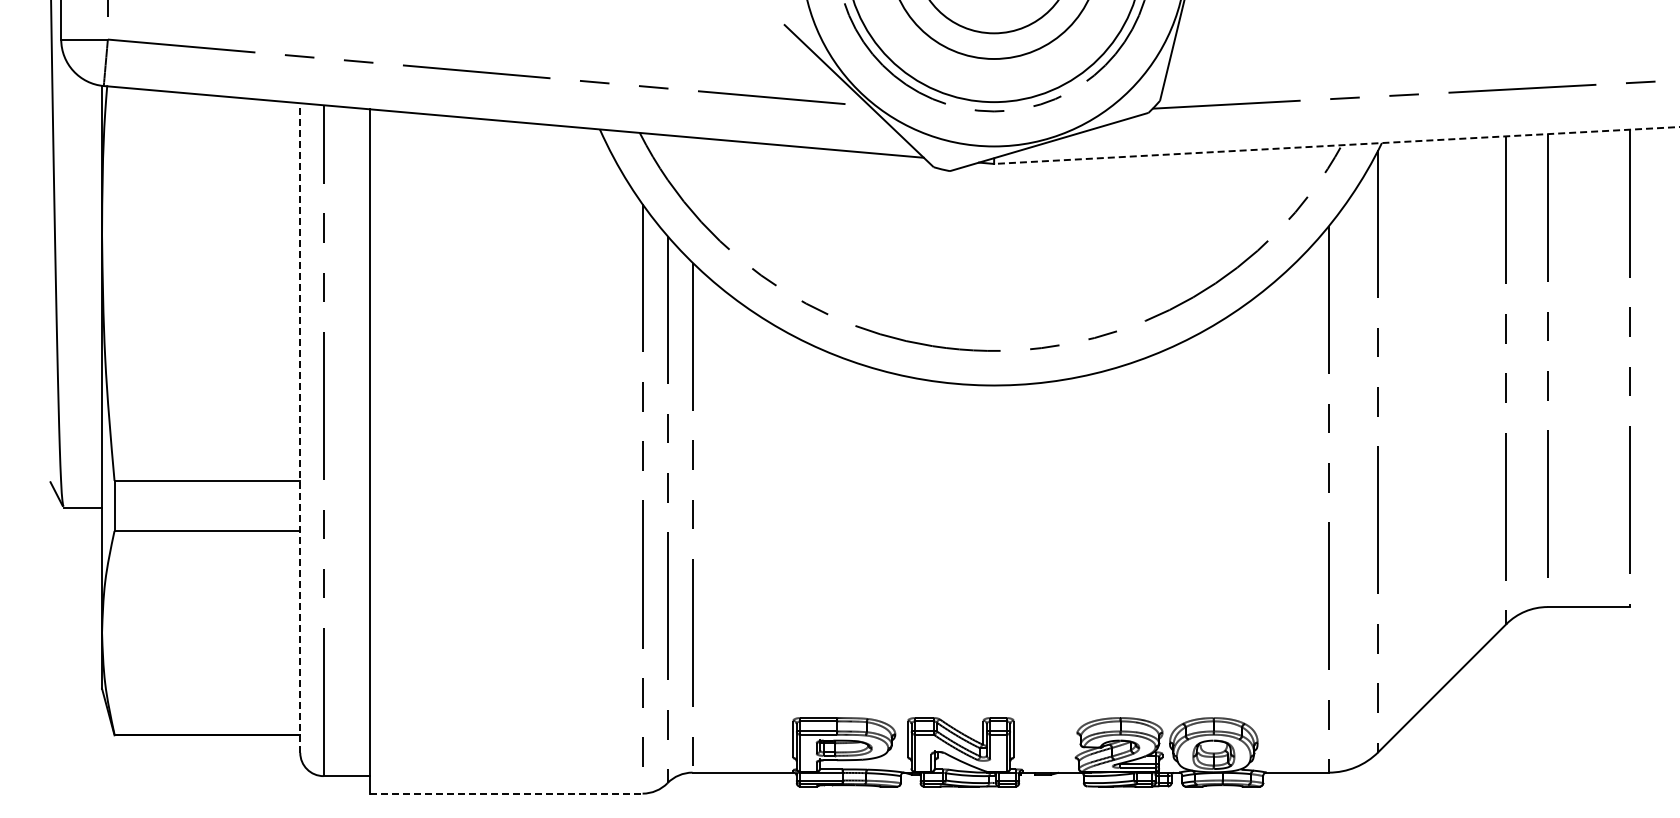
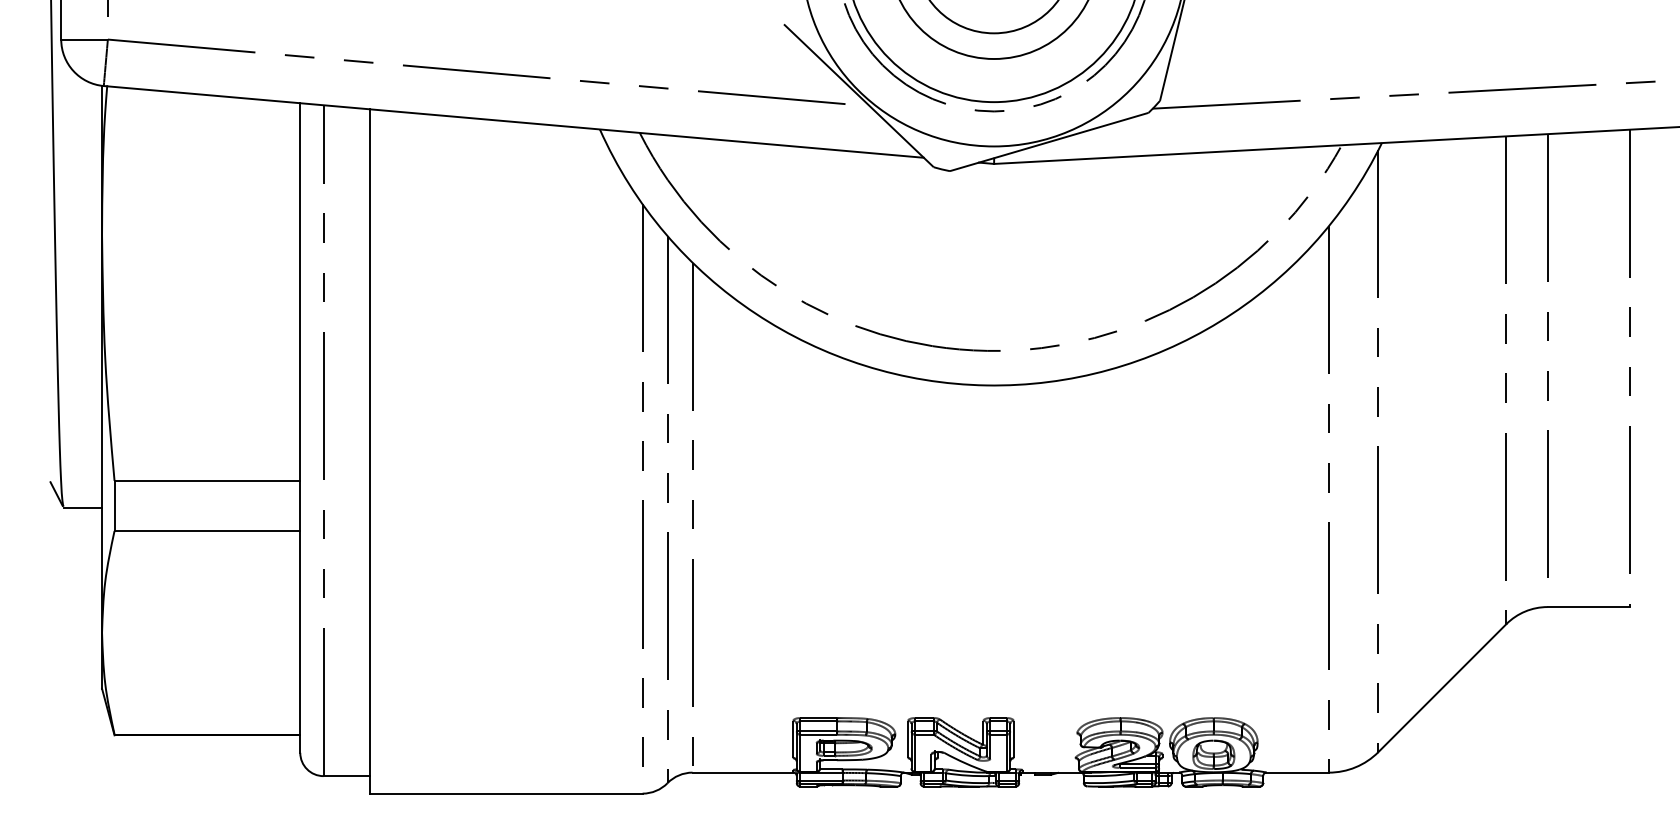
line at (1336, 145): dashed -> solid
line at (300, 428): dashed -> solid
line at (506, 793): dashed -> solid
